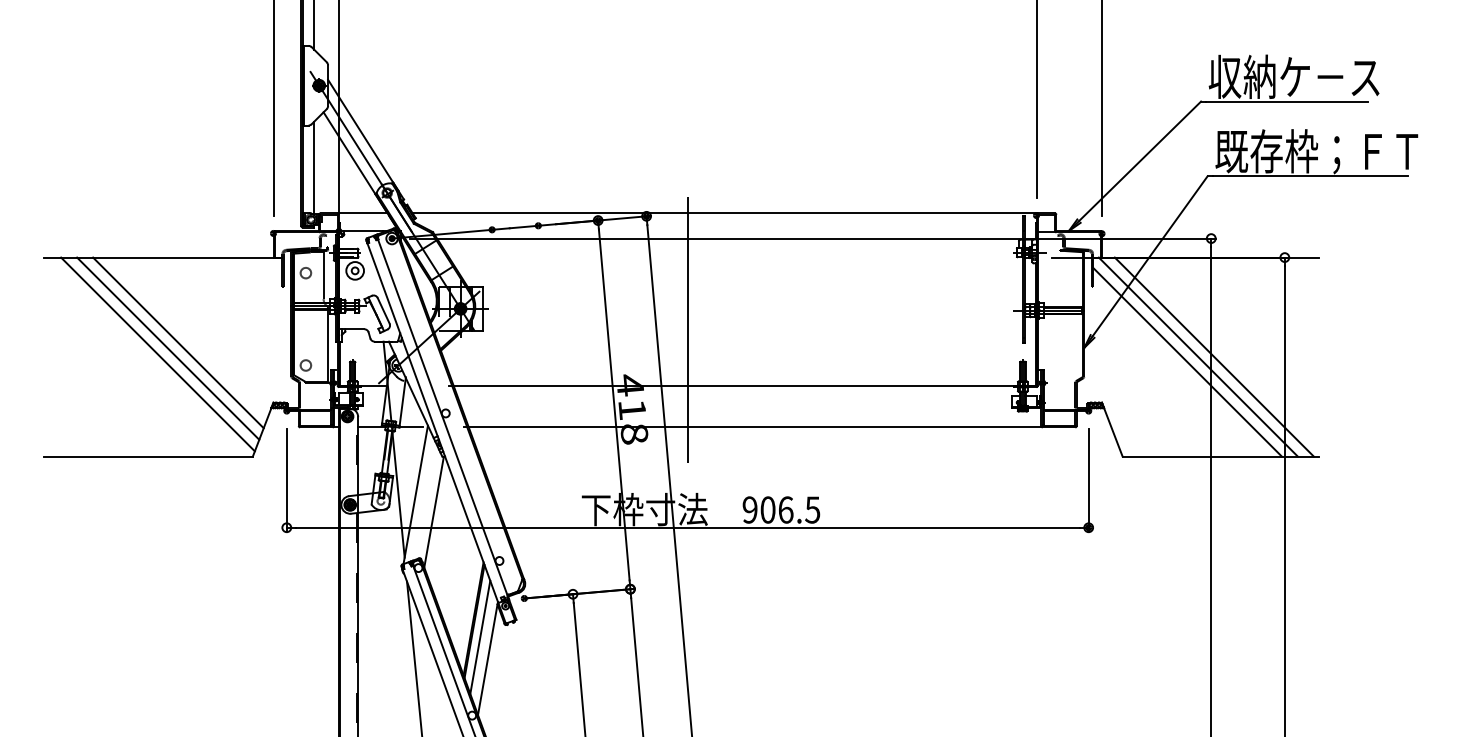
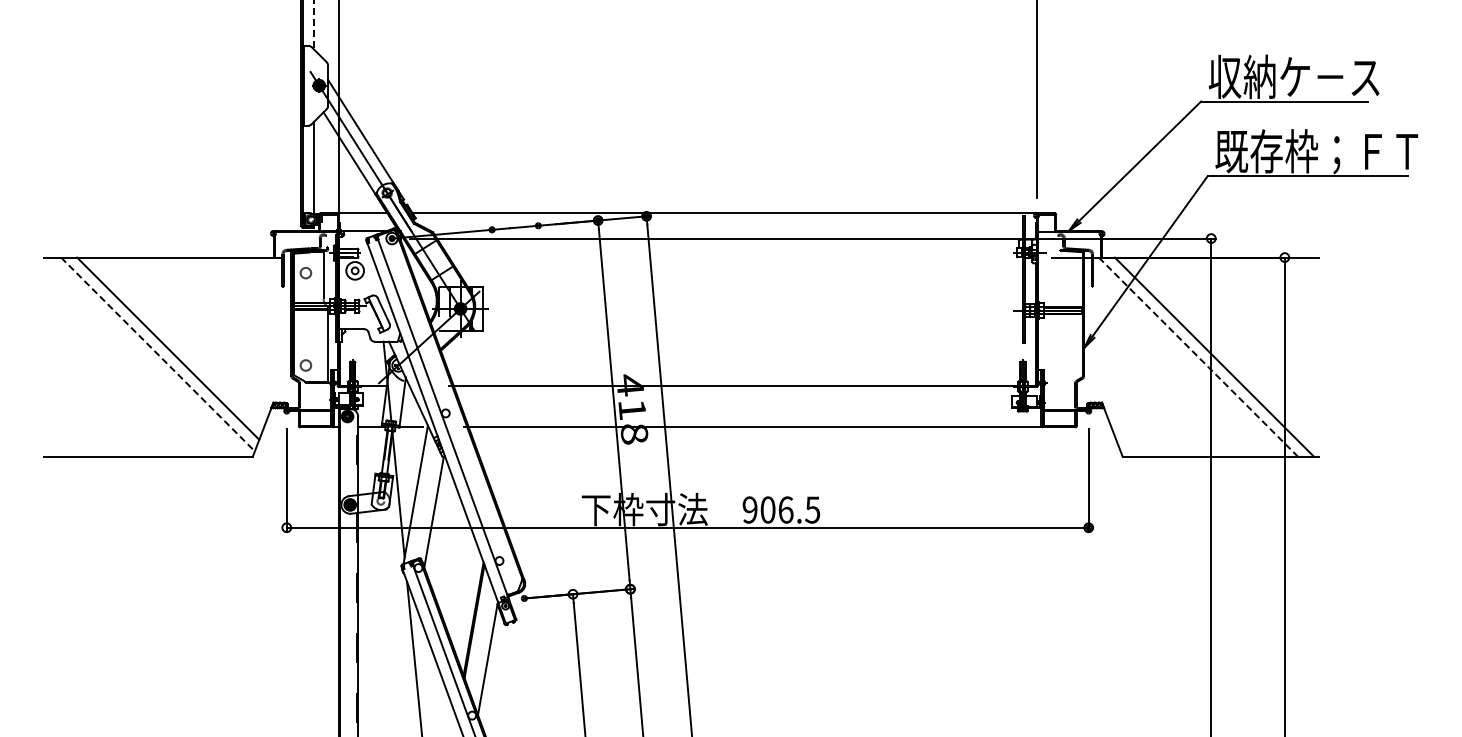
line at (314, 25): solid -> dashed
line at (273, 108): present -> none
line at (1101, 109): present -> none
line at (687, 329): present -> none
line at (178, 342): present -> none
line at (158, 354): solid -> dashed
line at (1198, 357): solid -> dashed
line at (1187, 361): present -> none
line at (480, 637): present -> none
